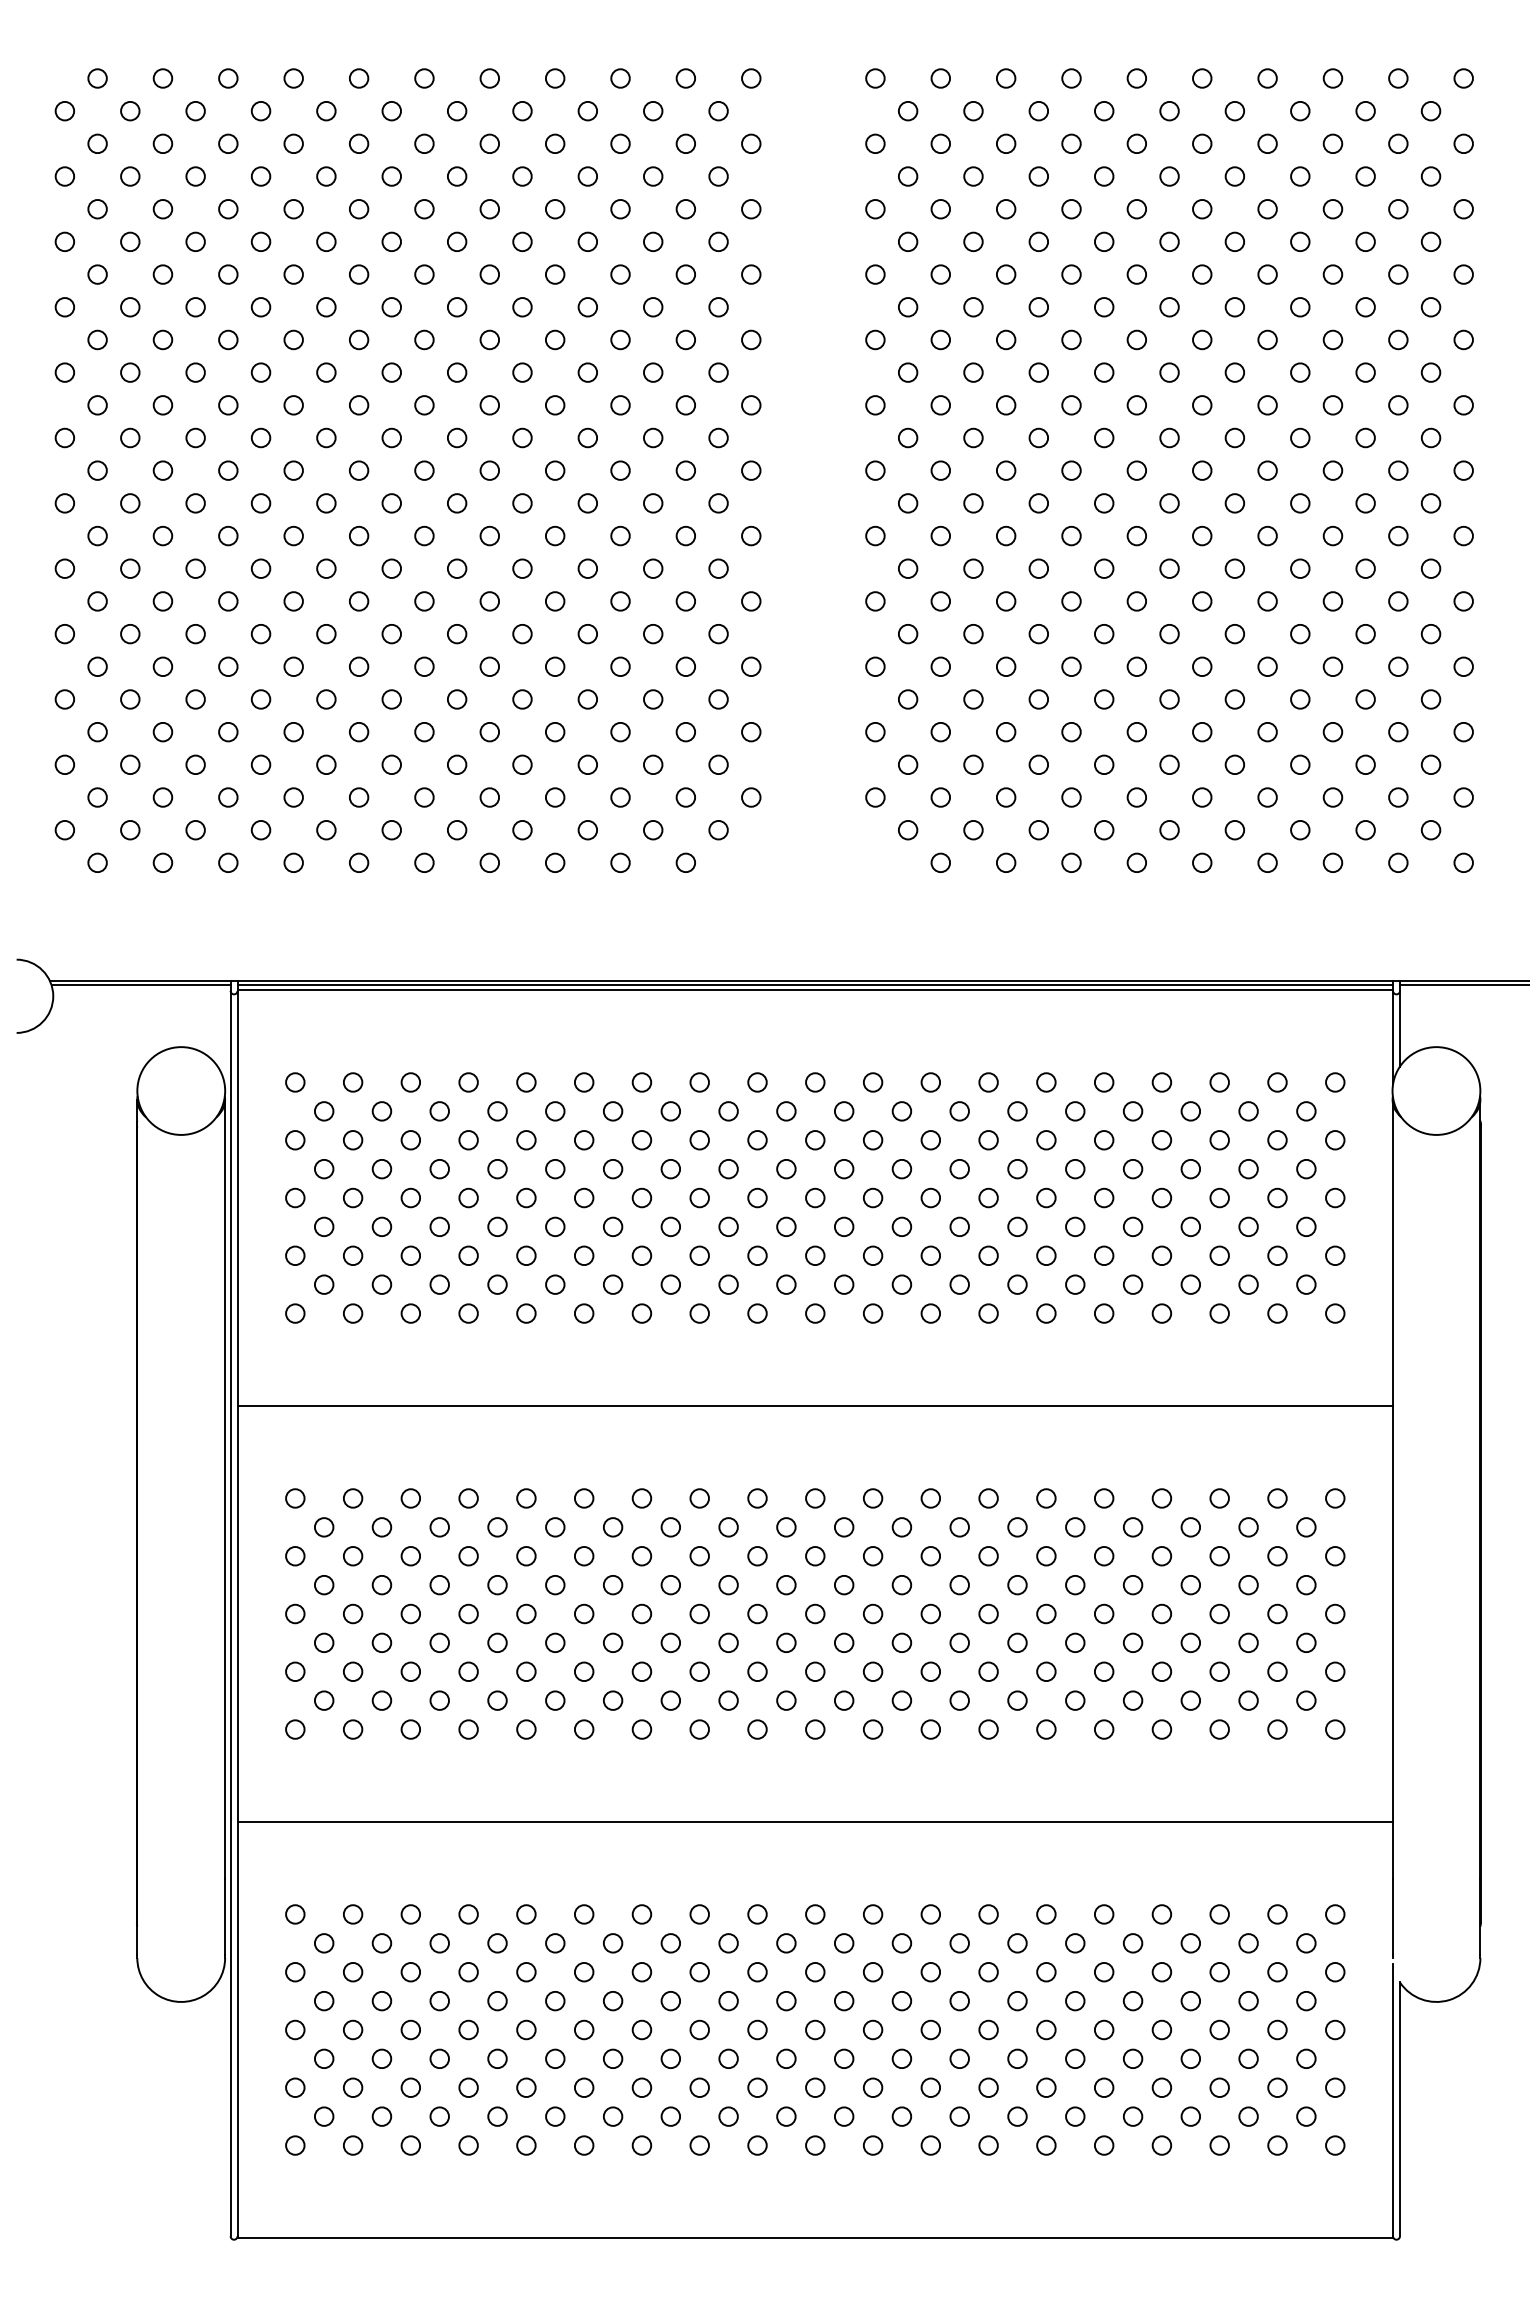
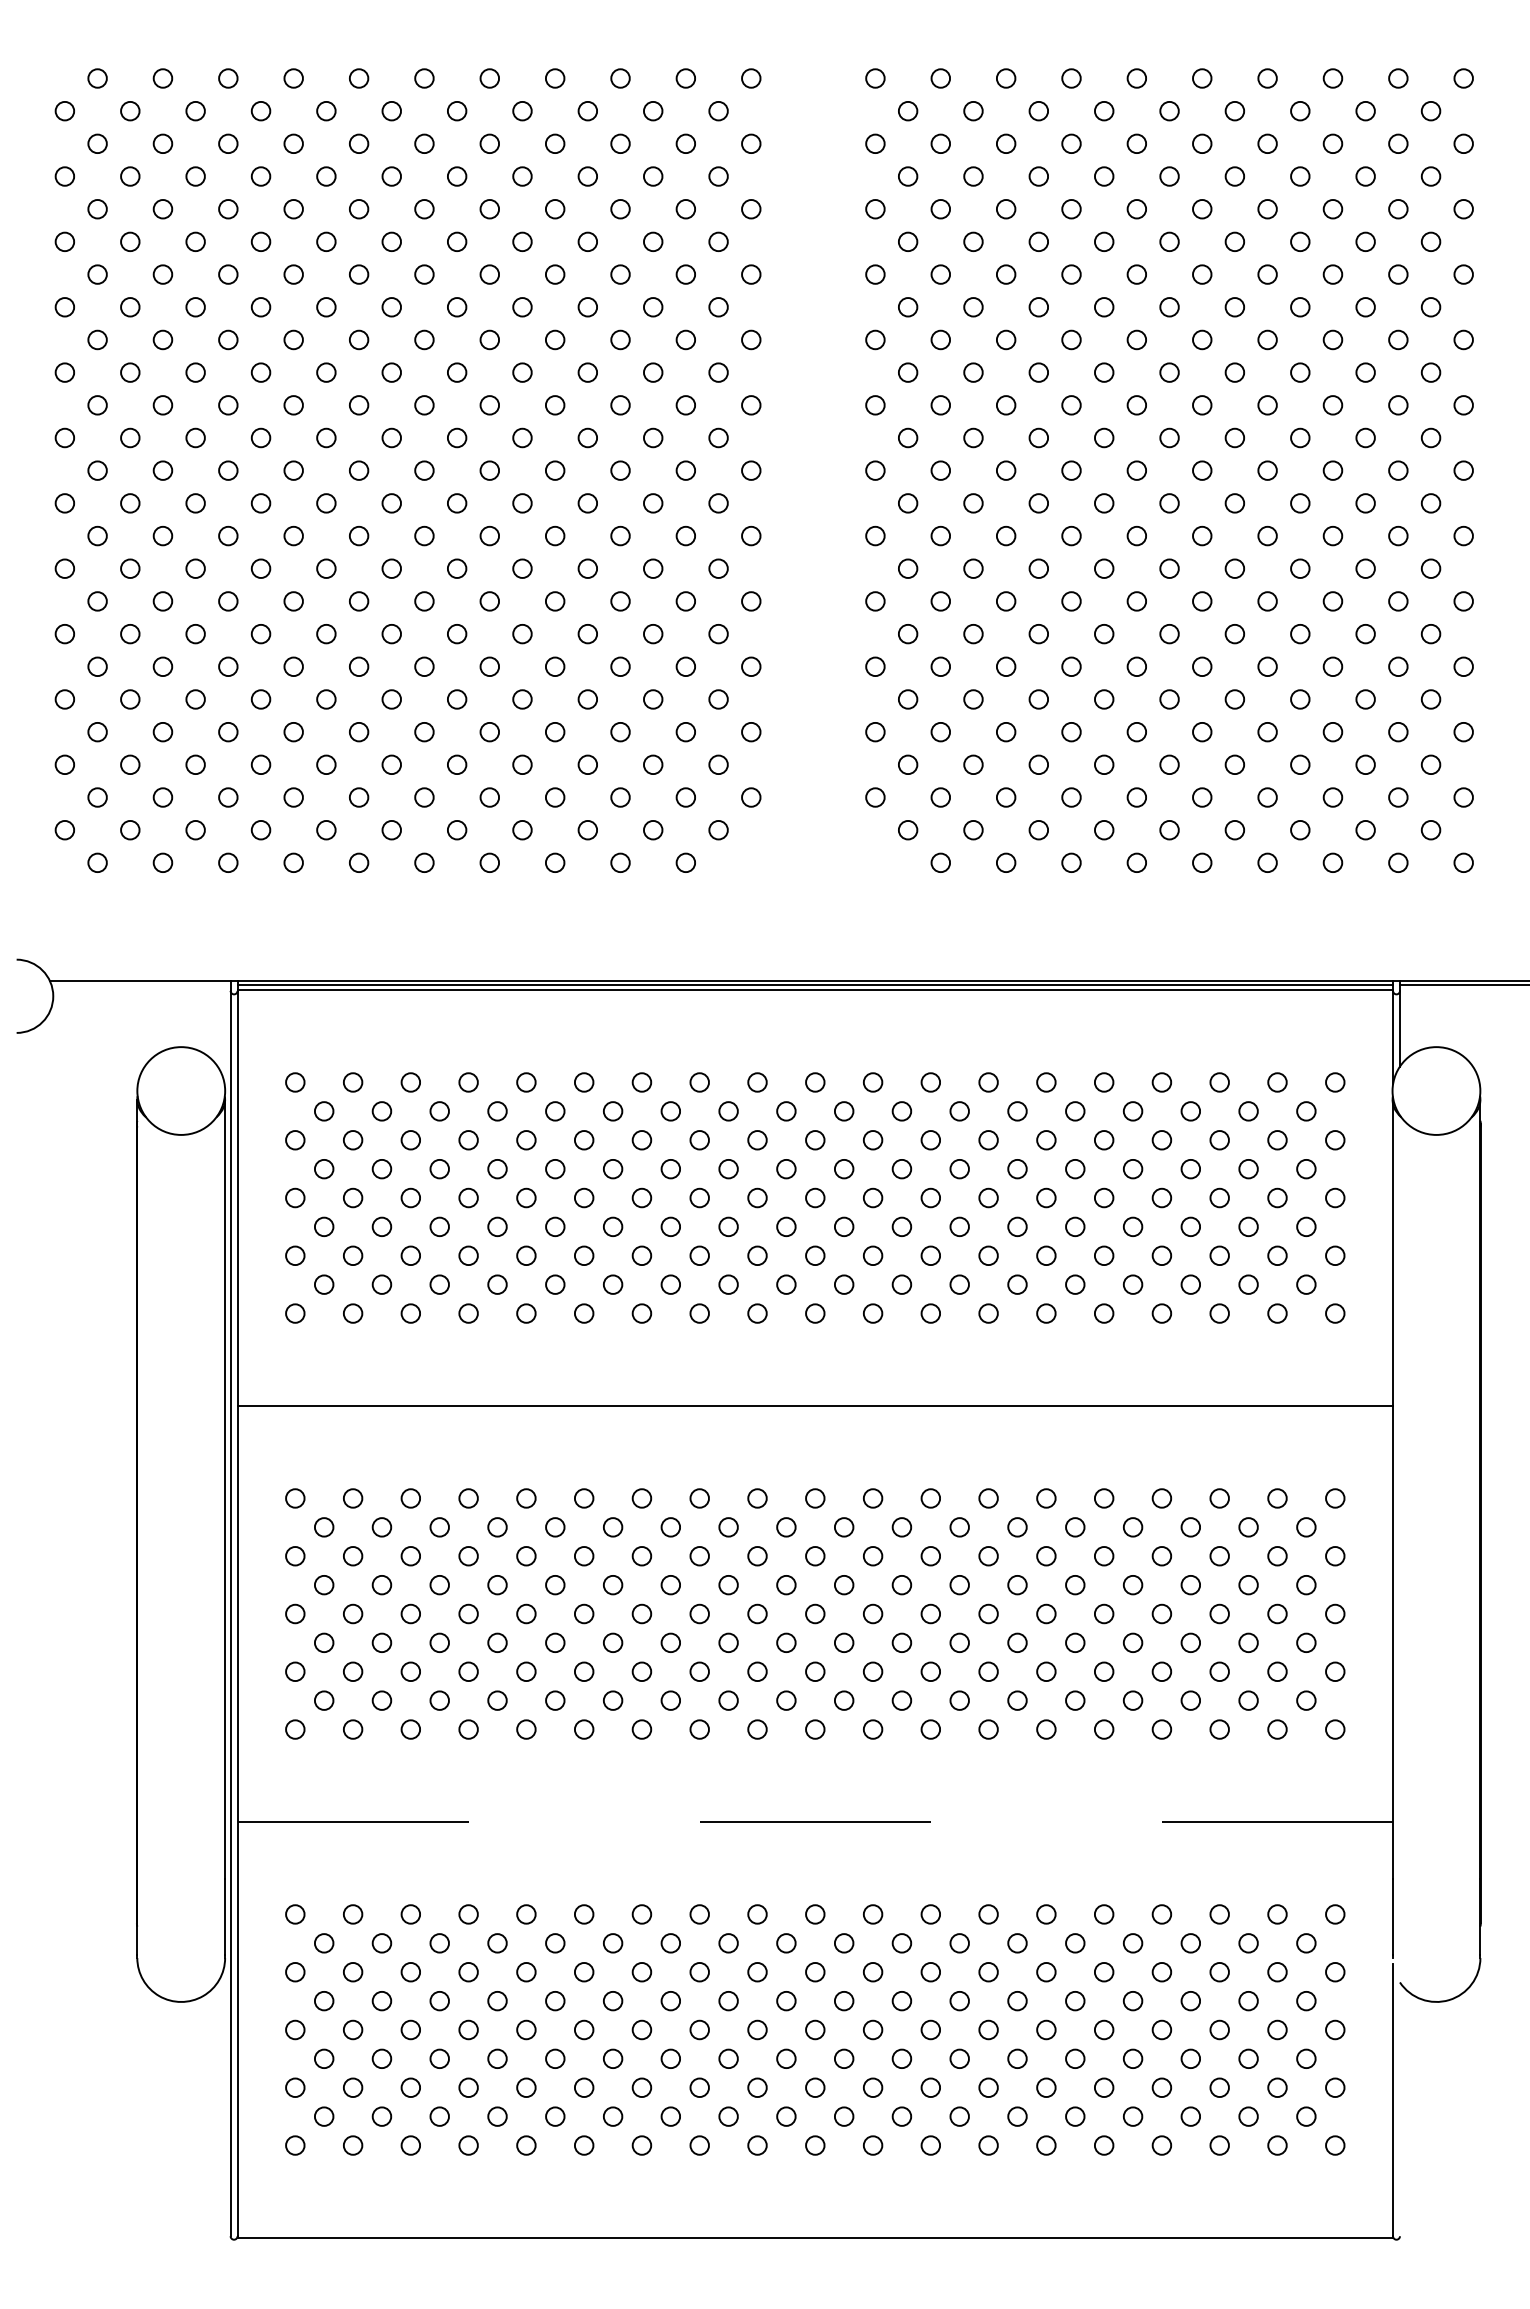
line at (140, 985): present -> none
line at (815, 1822): solid -> dashed
line at (1399, 2108): present -> none
